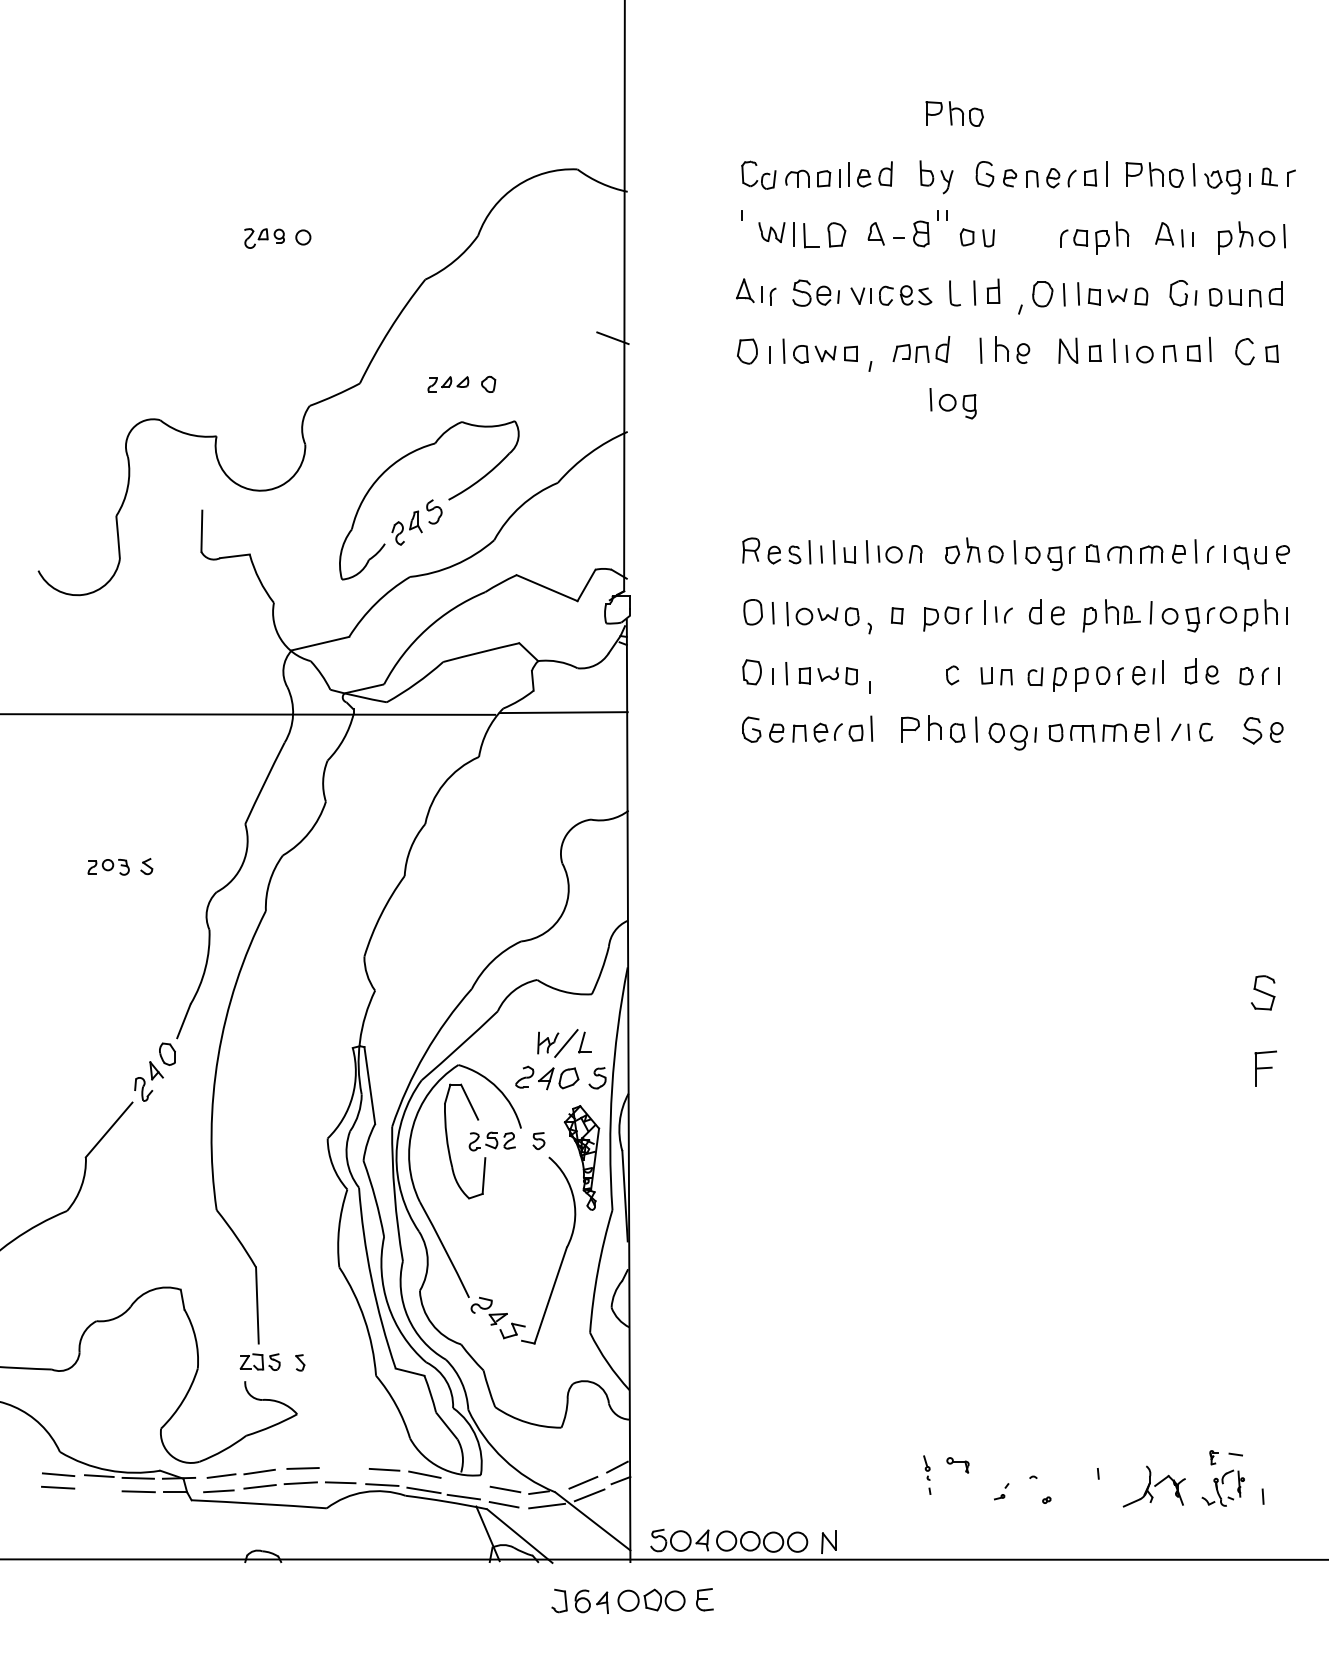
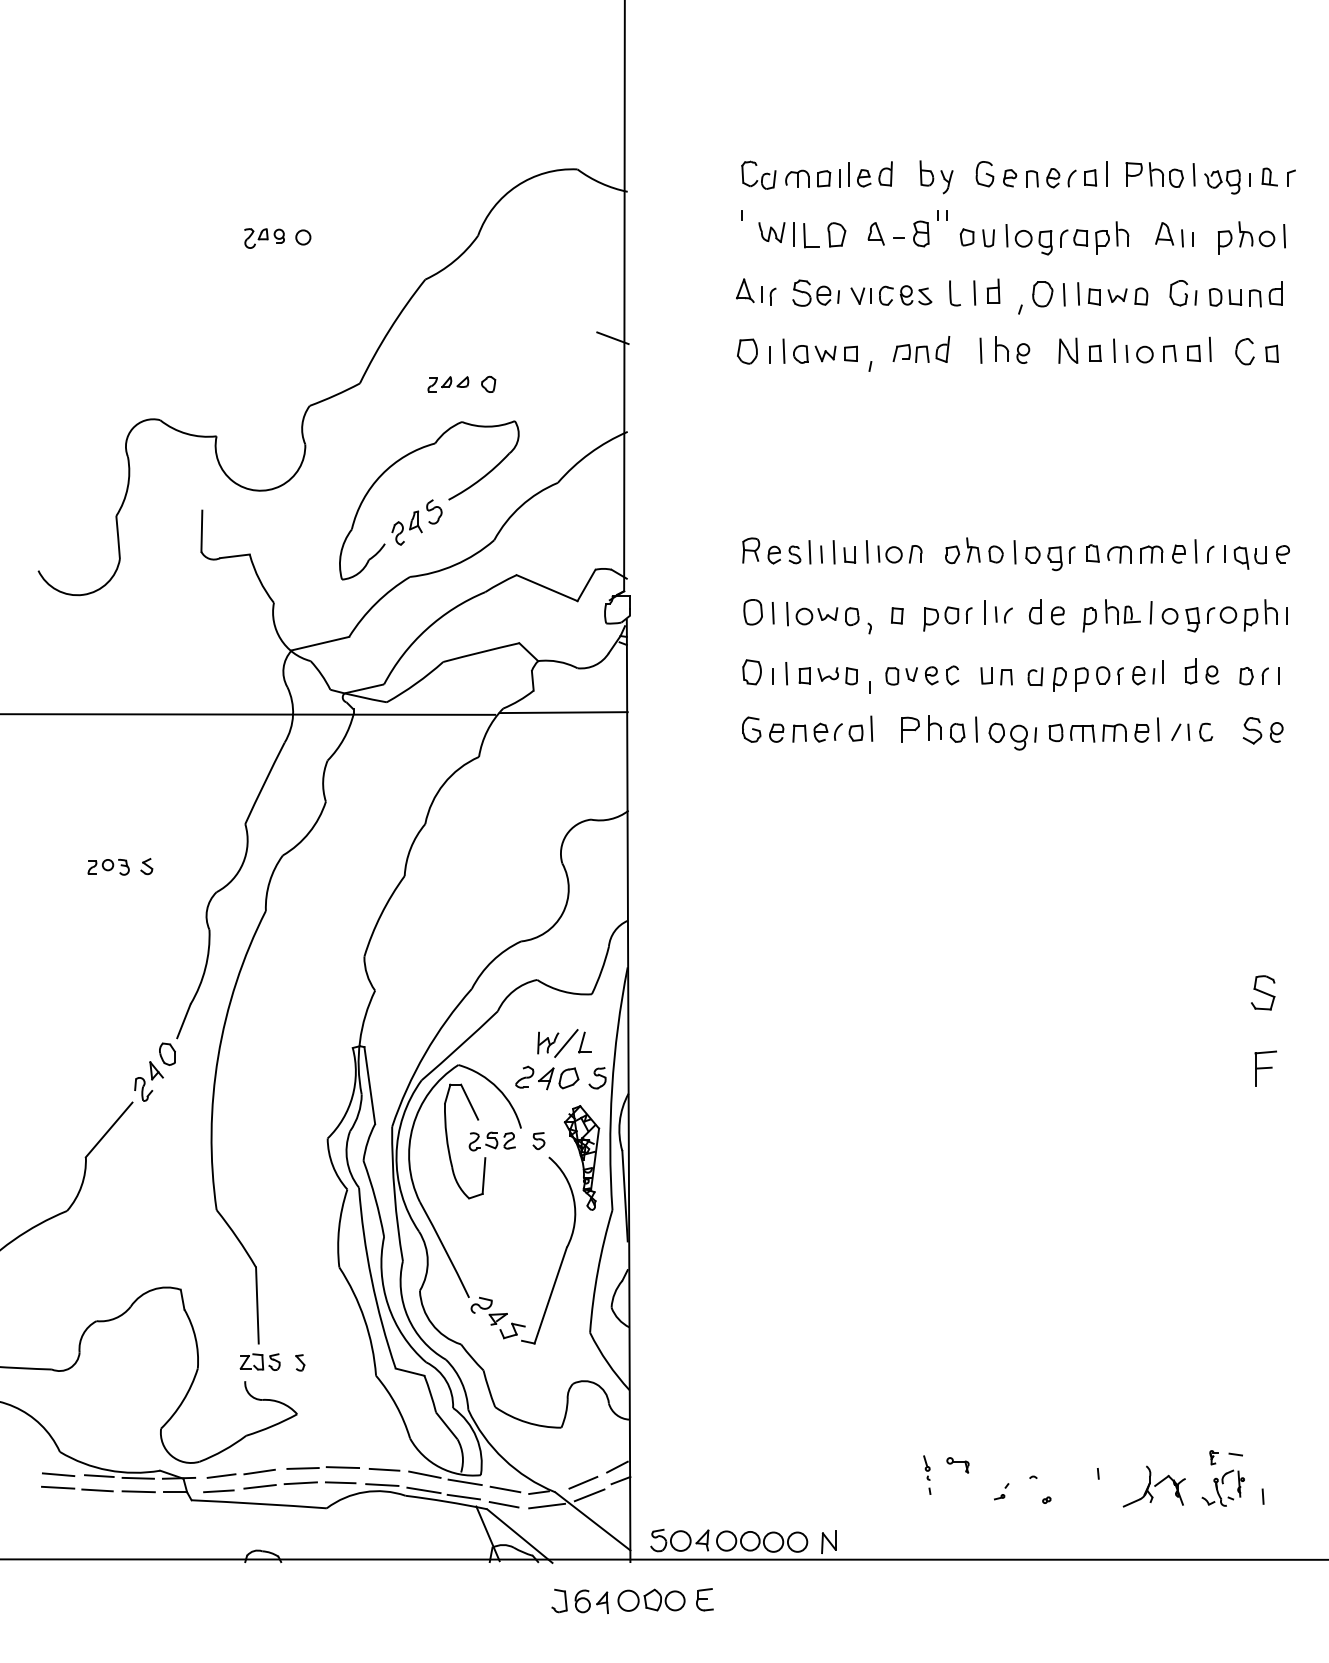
part at (954, 113): present -> none
part at (952, 403) position: (952, 403) -> (1028, 239)
part at (911, 675): none -> present
line at (342, 1467): none -> present
line at (464, 1482): none -> present
line at (97, 1490): none -> present
